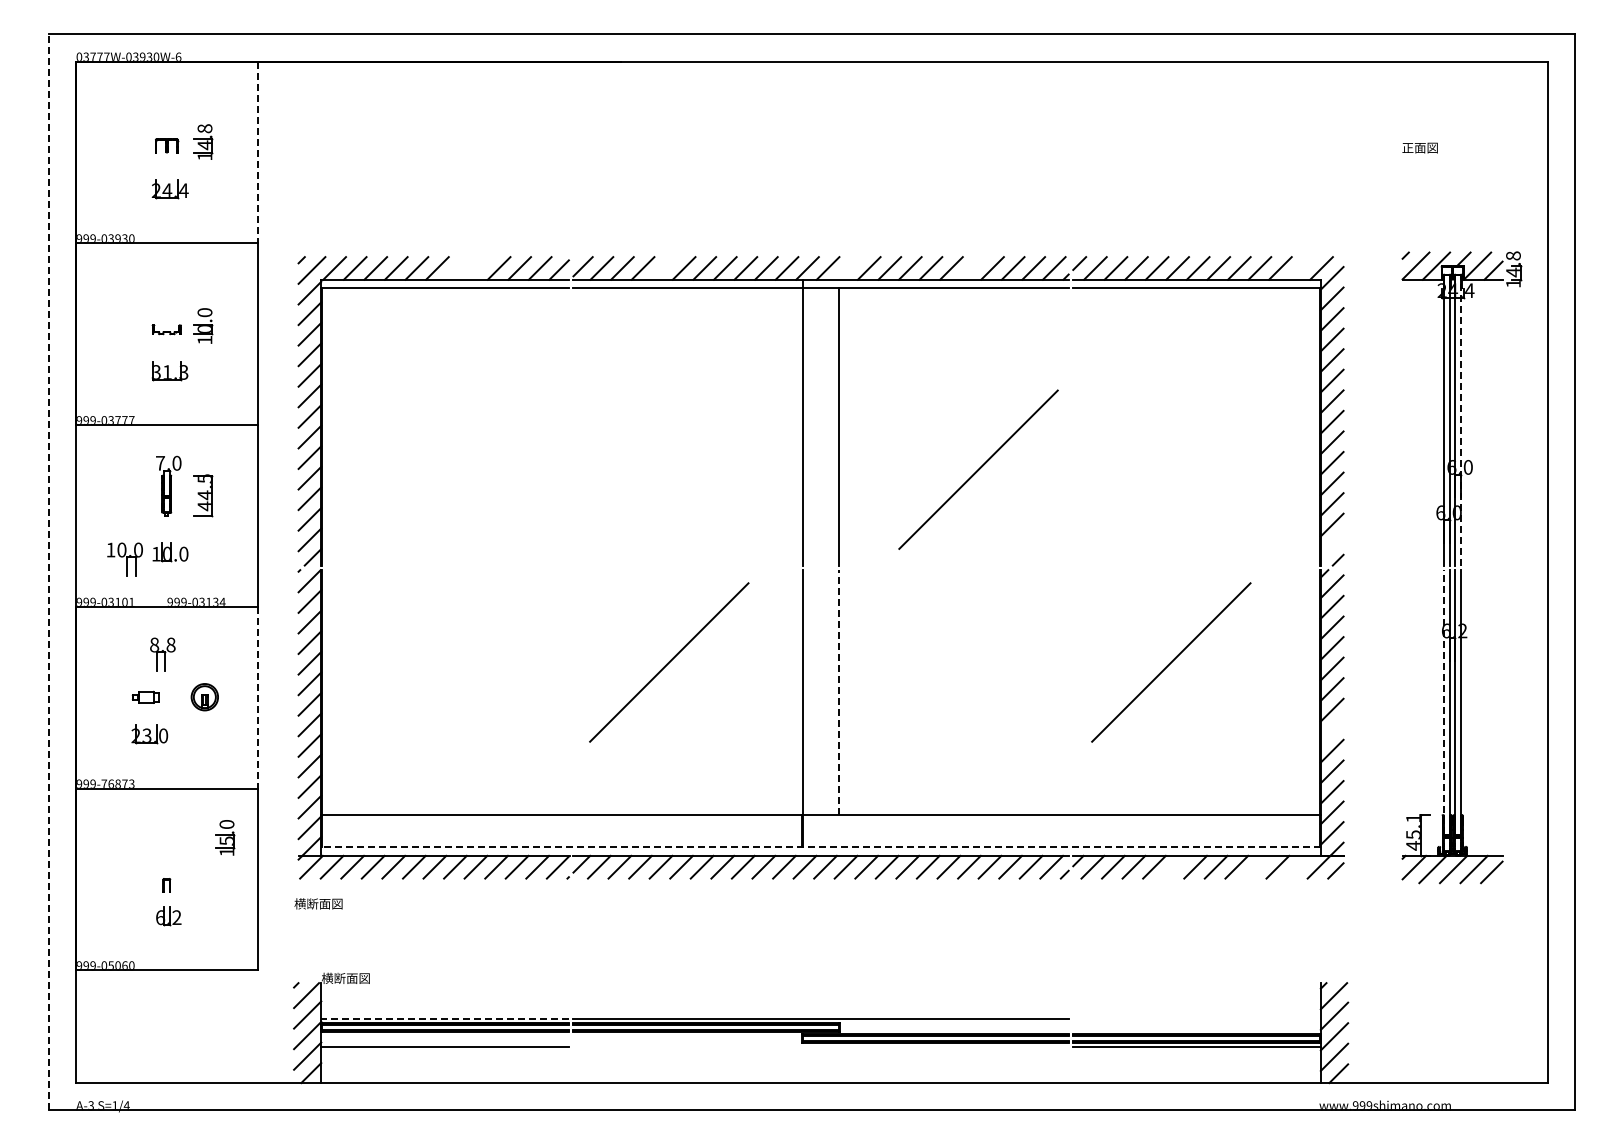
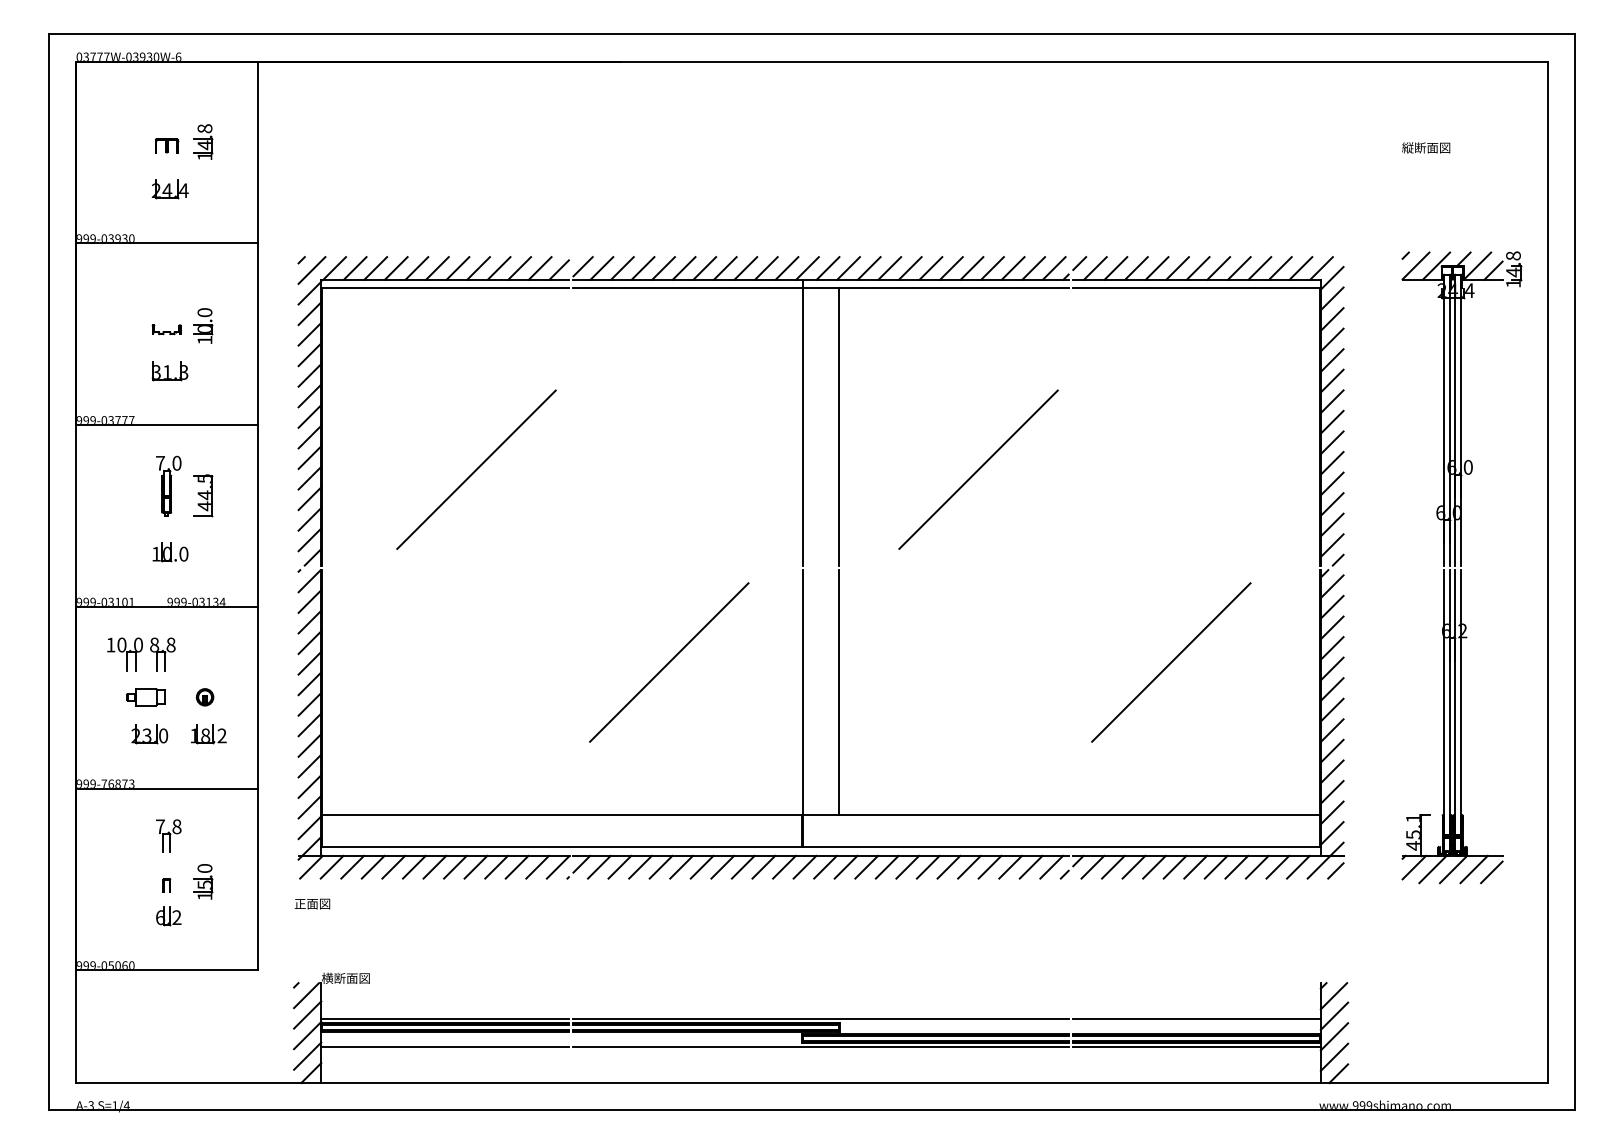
text at (1426, 147): 正面図 -> 縦断面図
line at (257, 152): dashed -> solid
line at (457, 268): none -> present
line at (478, 268): none -> present
line at (663, 268): none -> present
line at (848, 268): none -> present
line at (971, 268): none -> present
line at (1300, 268): none -> present
line at (1460, 419): dashed -> solid
line at (476, 469): none -> present
line at (1331, 545): none -> present
part at (124, 559) position: (124, 559) -> (124, 654)
line at (48, 572): dashed -> solid
line at (839, 692): dashed -> solid
part at (145, 696) size: 29x14 px -> 40x19 px
part at (204, 697) size: 29x29 px -> 19x19 px
line at (257, 697): dashed -> solid
line at (1444, 702): dashed -> solid
line at (1331, 730): none -> present
part at (208, 734): none -> present
part at (168, 835): none -> present
part at (225, 837) position: (225, 837) -> (203, 881)
line at (821, 846): dashed -> solid
line at (1174, 866): none -> present
line at (1256, 866): none -> present
line at (1298, 866): none -> present
text at (318, 903): 横断面図 -> 正面図
line at (445, 1018): dashed -> solid
line at (1196, 1018): none -> present
line at (820, 1047): none -> present
